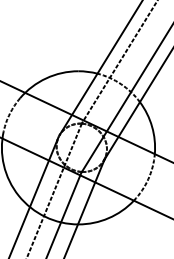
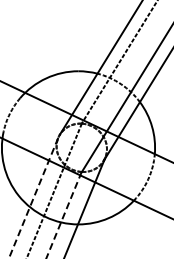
line at (33, 198): solid -> dashed
line at (63, 215): solid -> dashed
